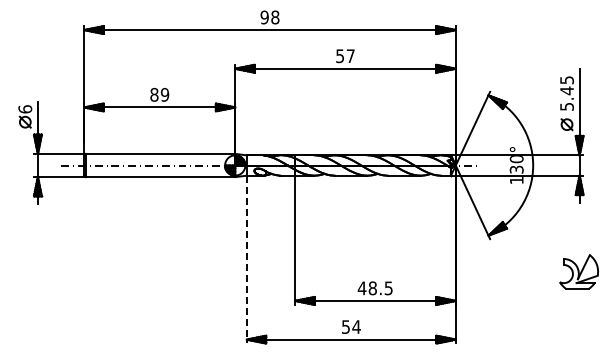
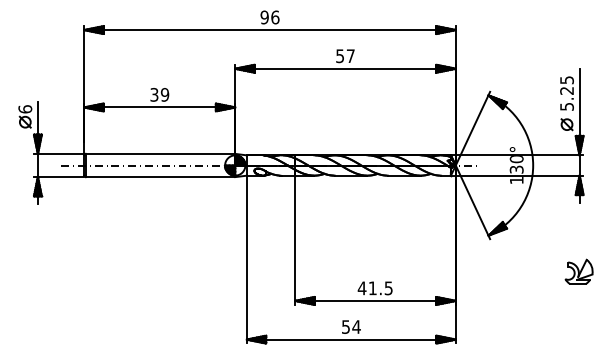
text at (275, 17): 98 -> 96
text at (566, 90): 5.45 -> 5.25
text at (154, 94): 89 -> 39
line at (246, 259): dashed -> solid
part at (578, 271) size: 40x36 px -> 30x27 px
text at (372, 288): 48.5 -> 41.5
